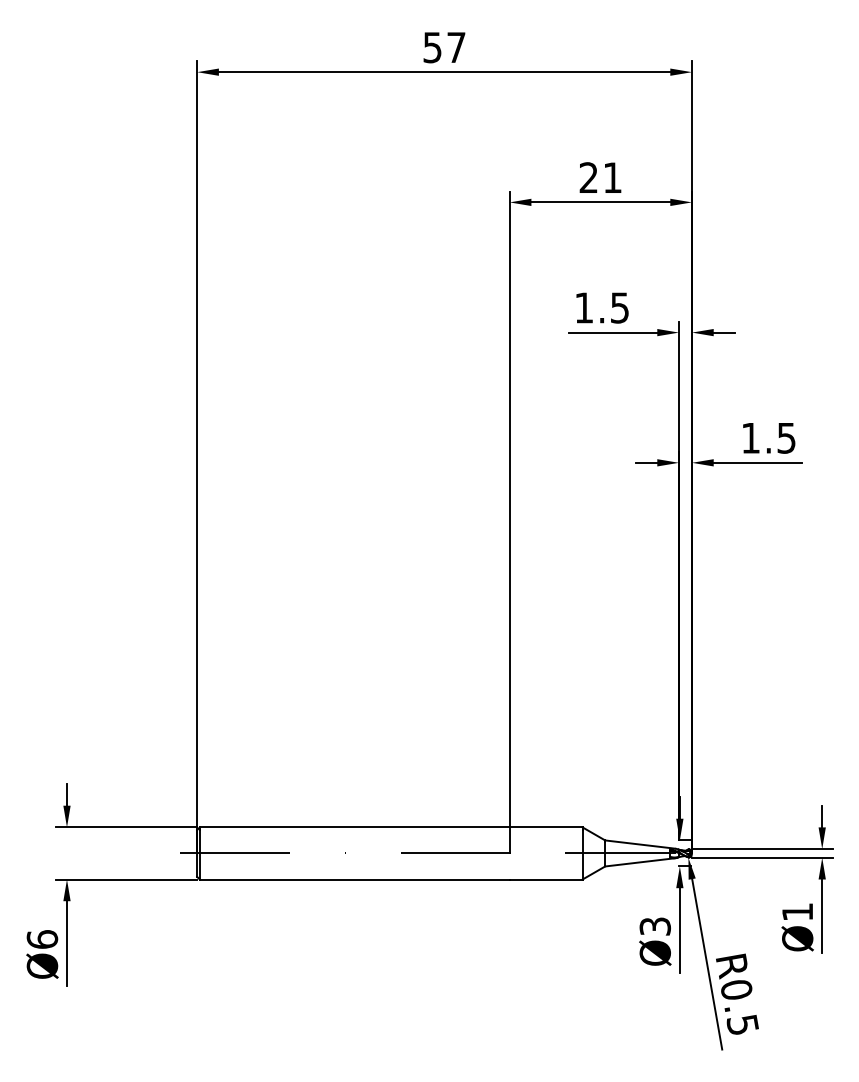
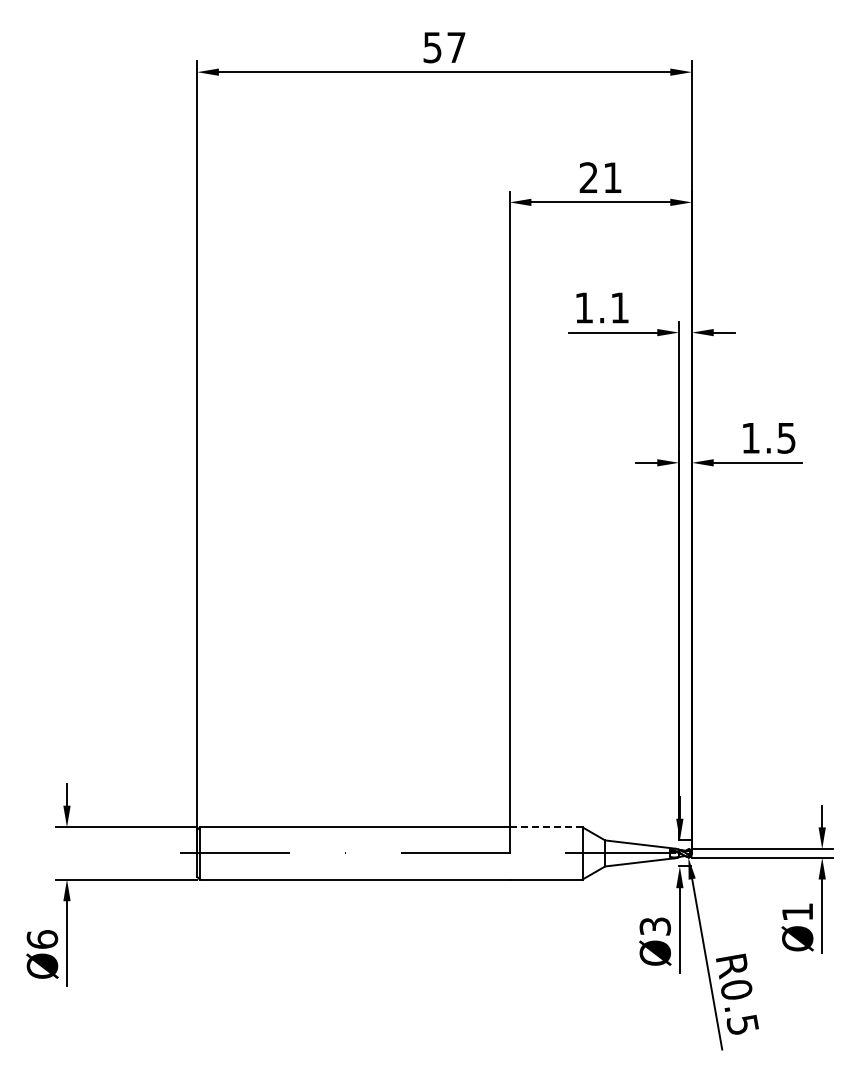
text at (619, 307): 1.5 -> 1.1
line at (545, 827): solid -> dashed
